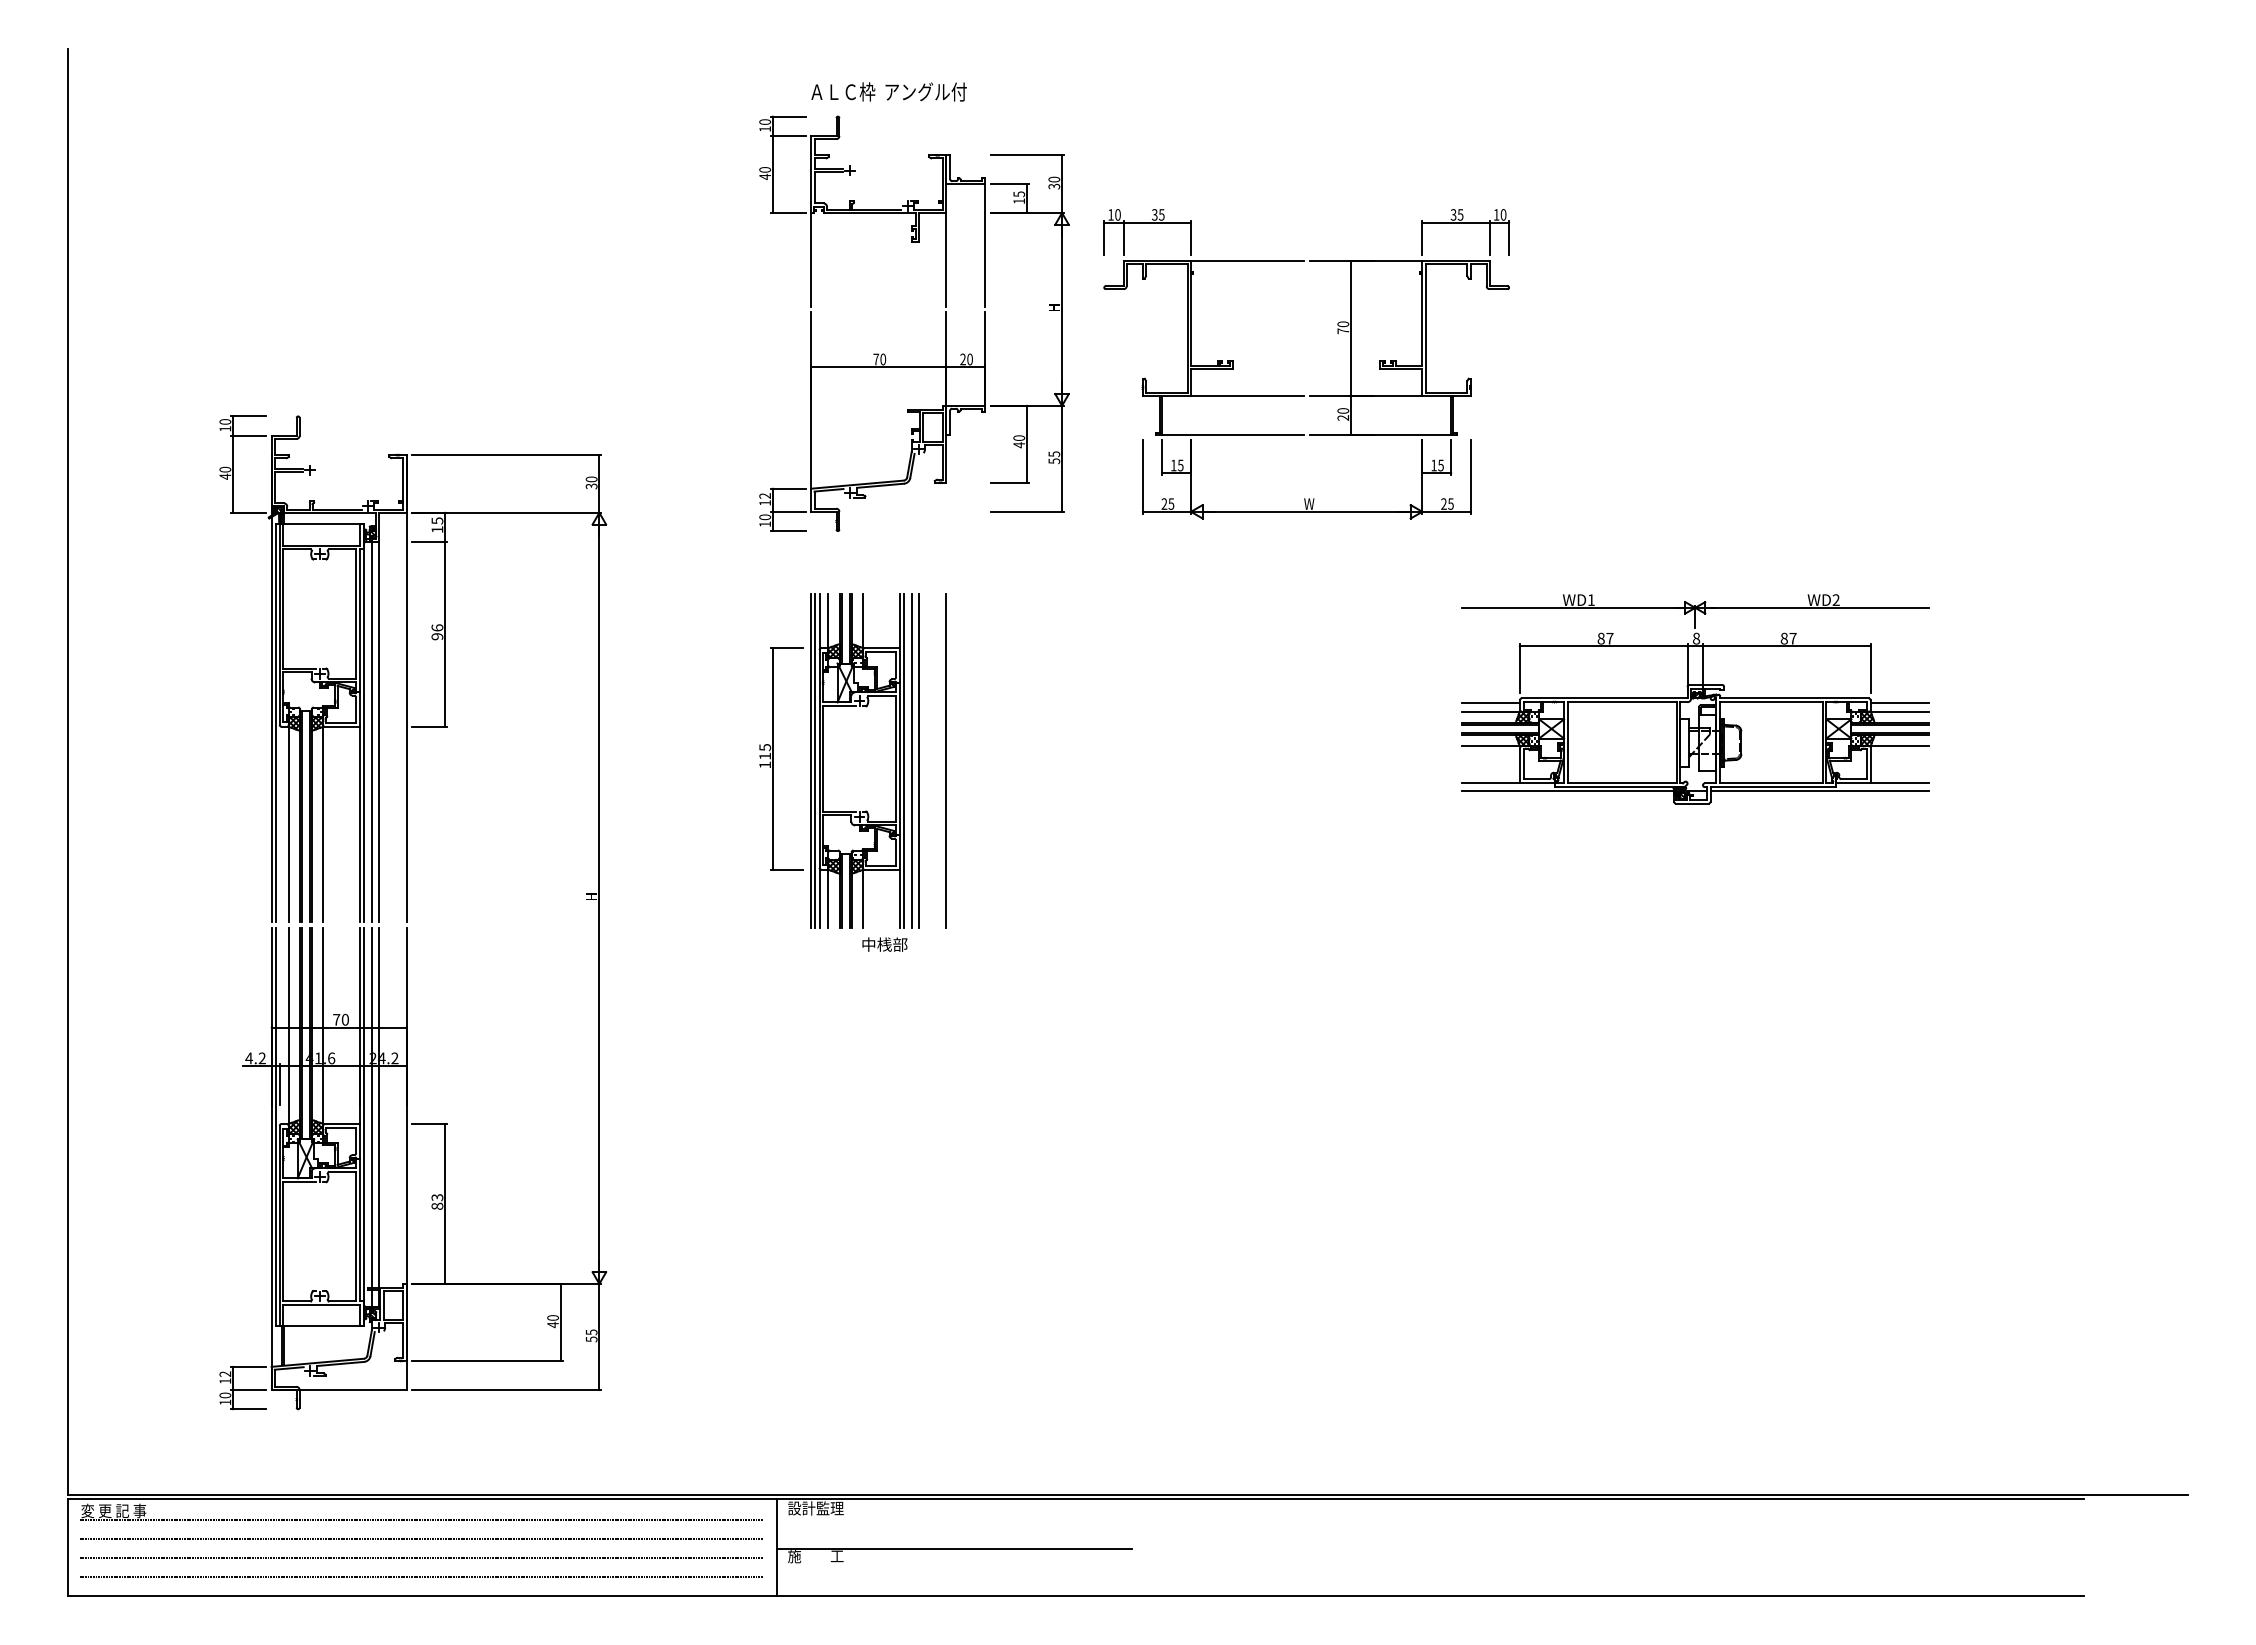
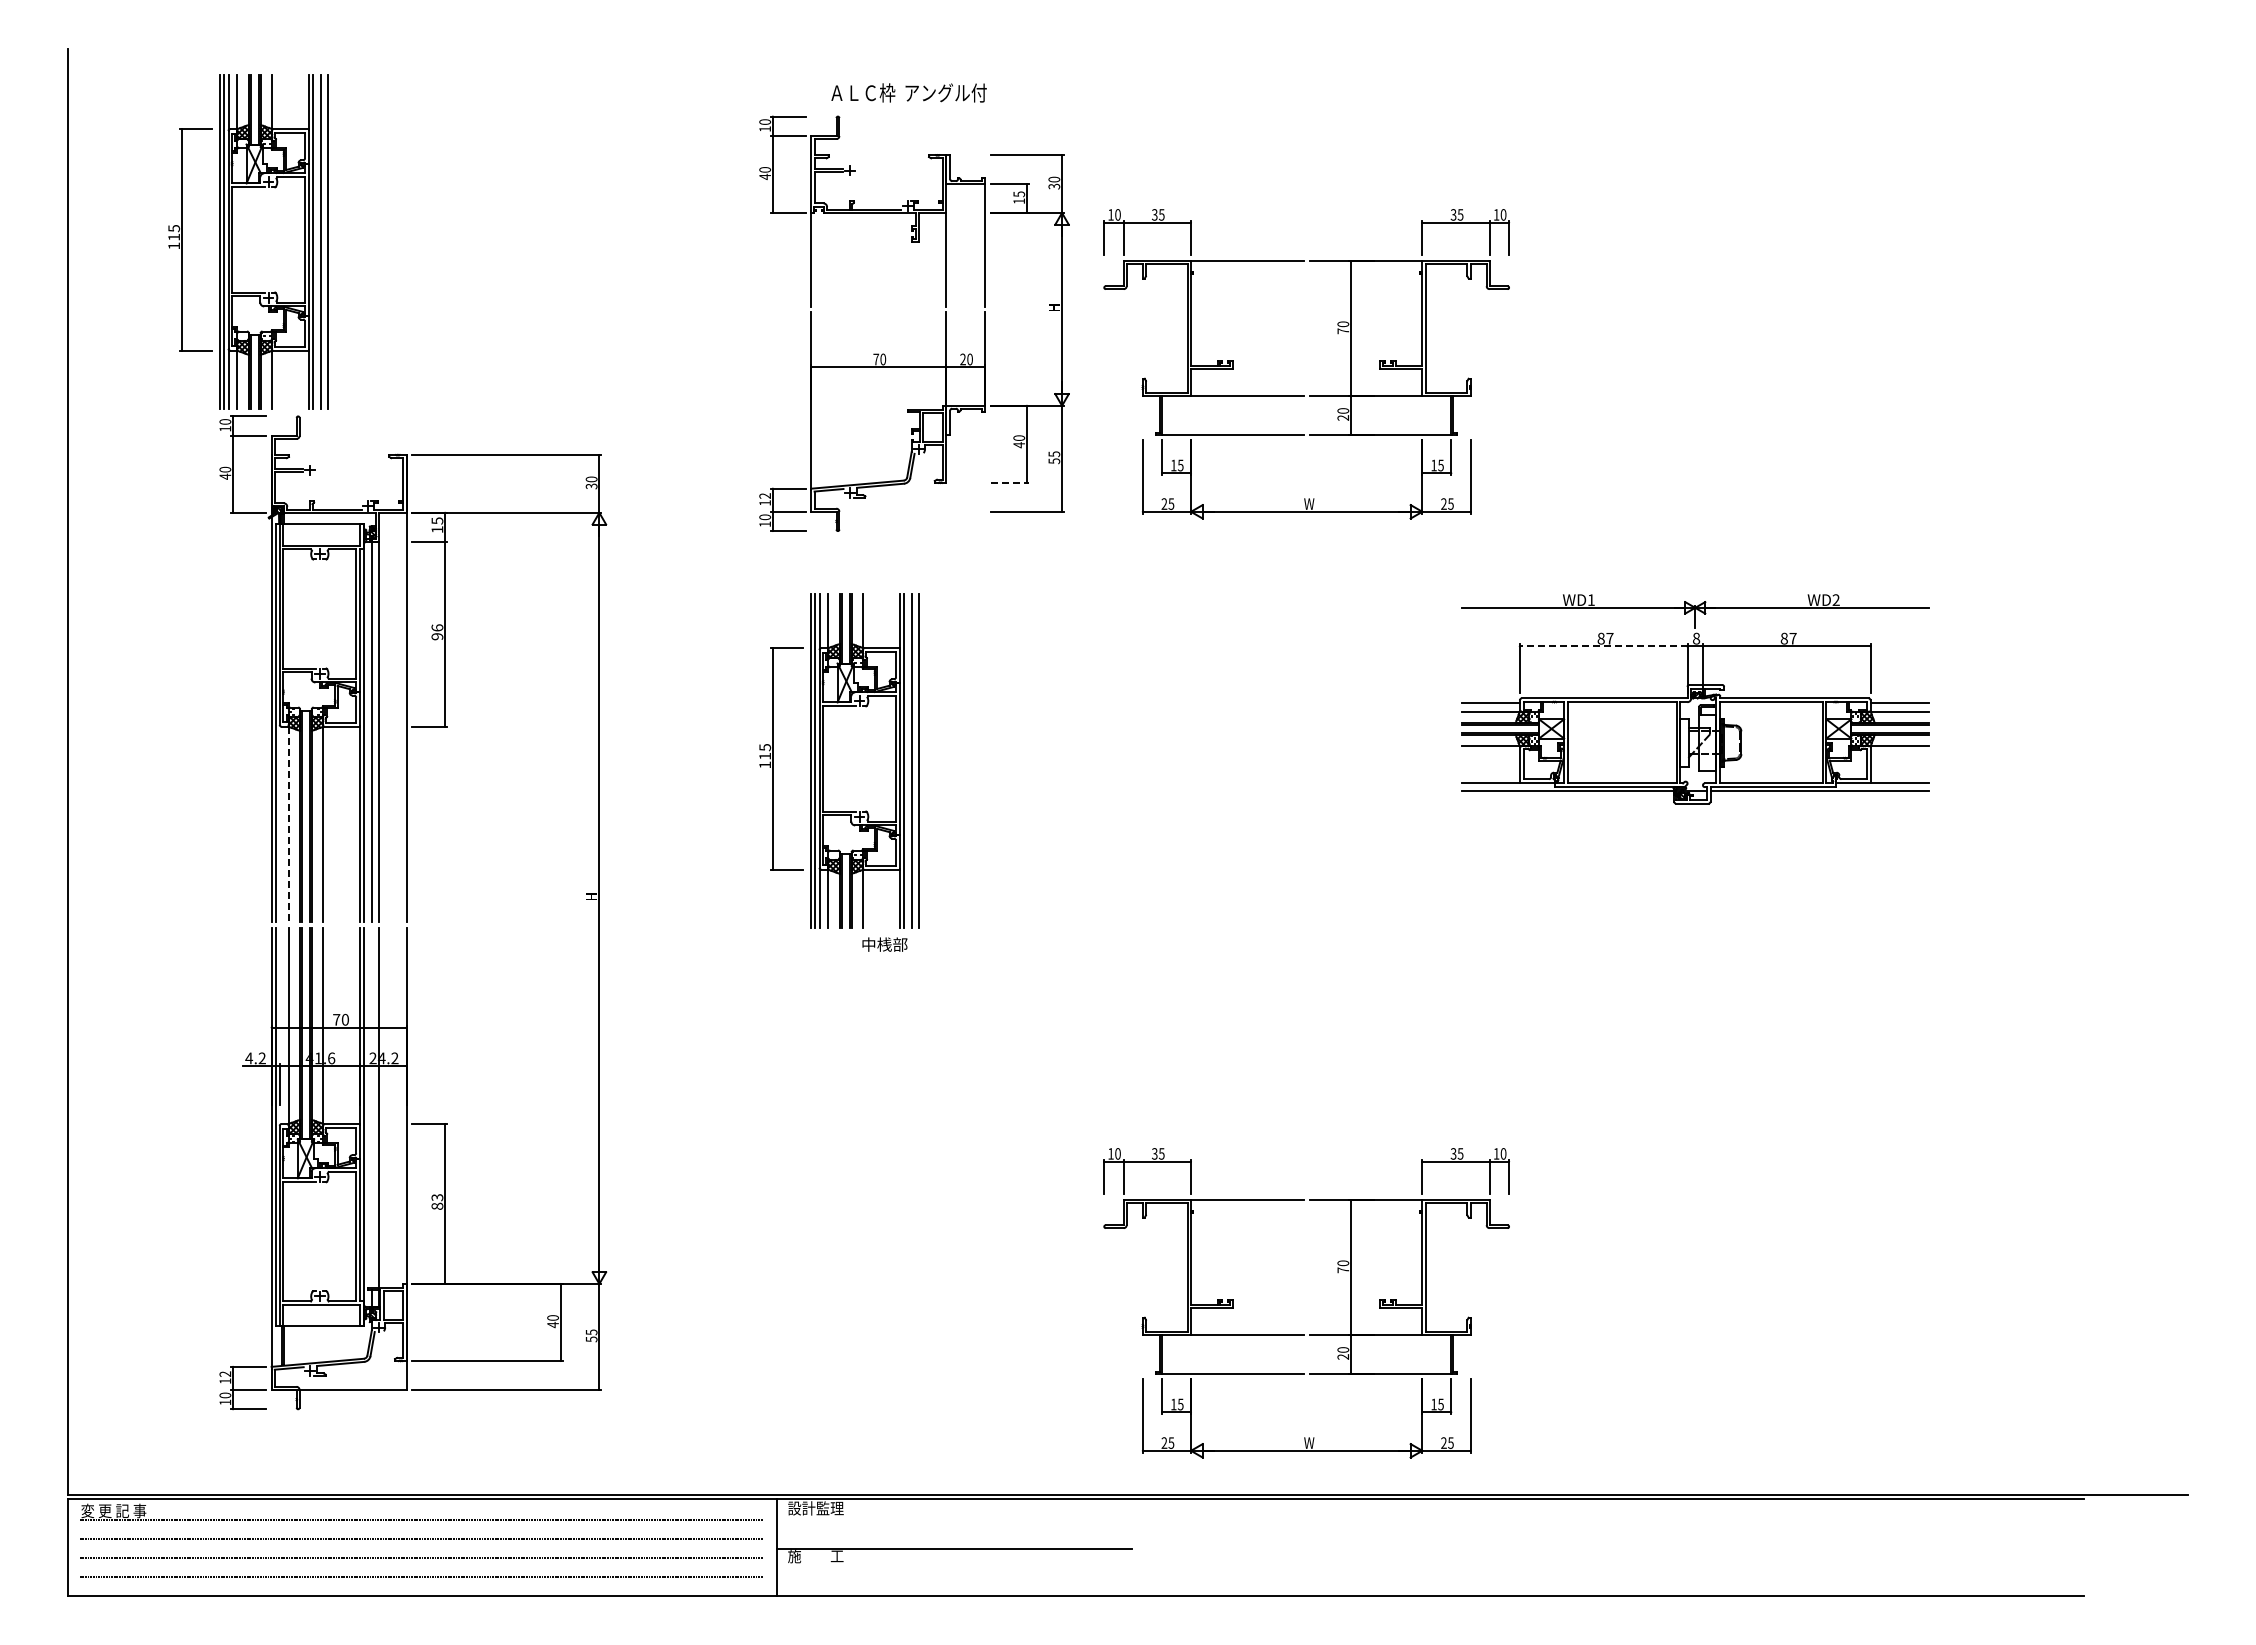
text at (888, 91) position: (888, 91) -> (908, 92)
part at (248, 241): none -> present
line at (1010, 482): solid -> dashed
line at (1603, 646): solid -> dashed
line at (945, 760): present -> none
line at (288, 824): solid -> dashed
line at (371, 1107): present -> none
part at (1304, 1334): none -> present
